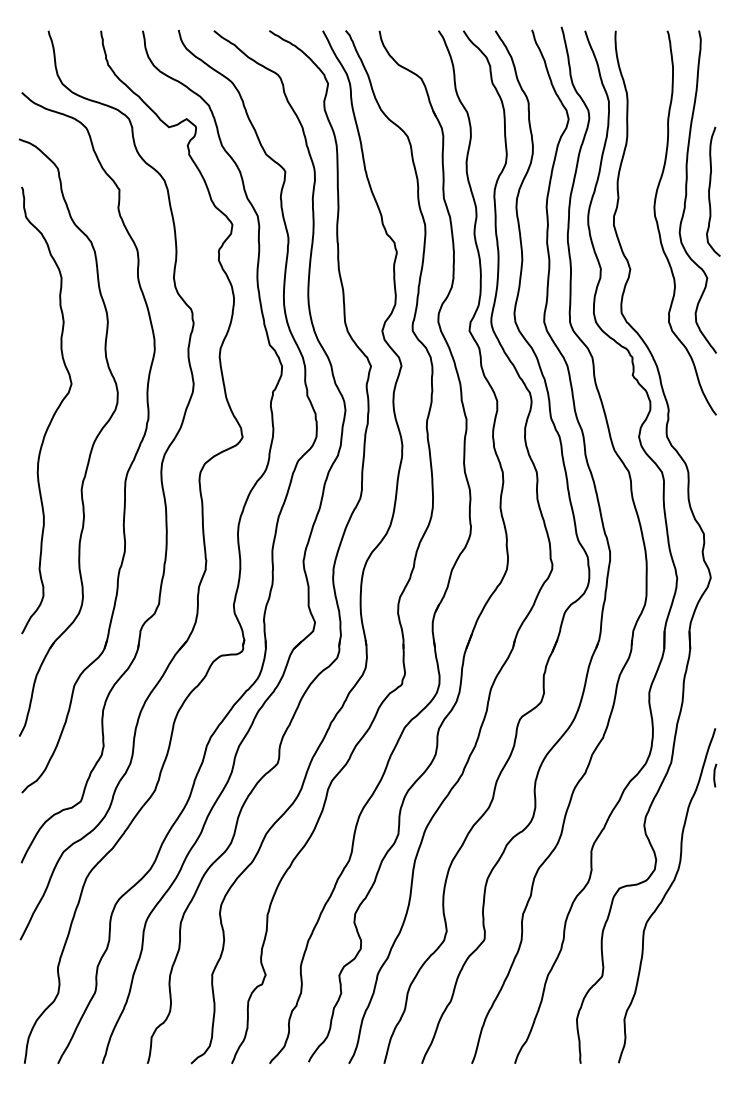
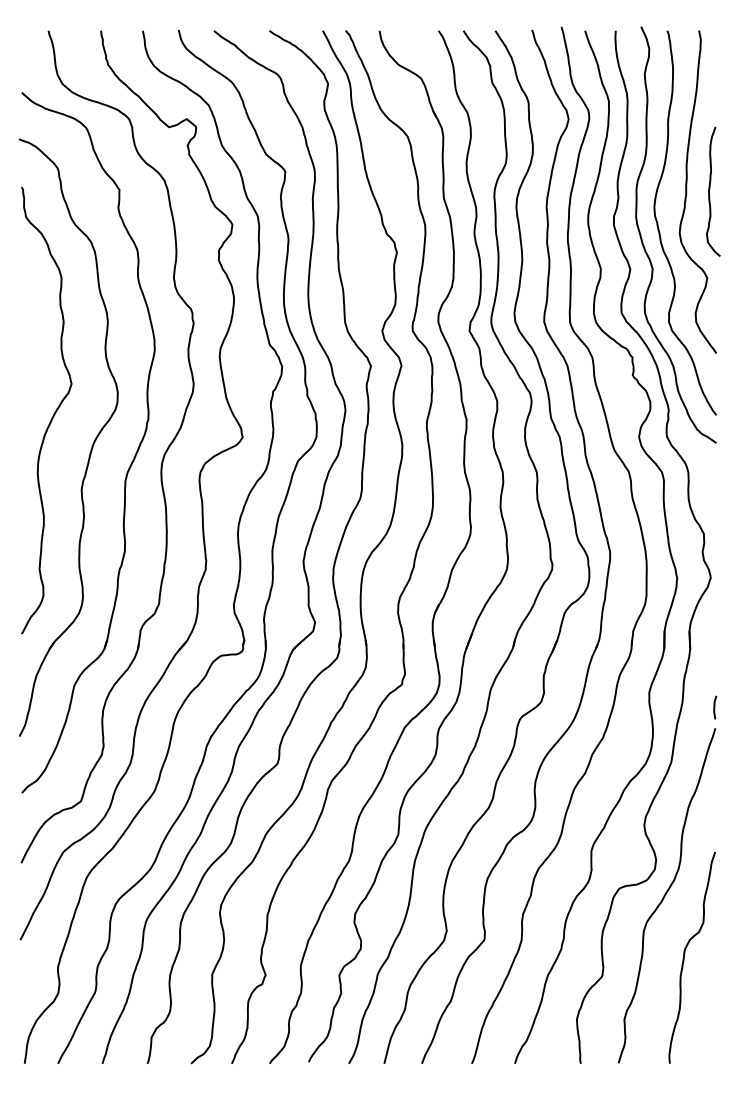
curve at (644, 245): none -> present
line at (715, 775) position: (715, 775) -> (715, 707)
curve at (685, 954): none -> present
